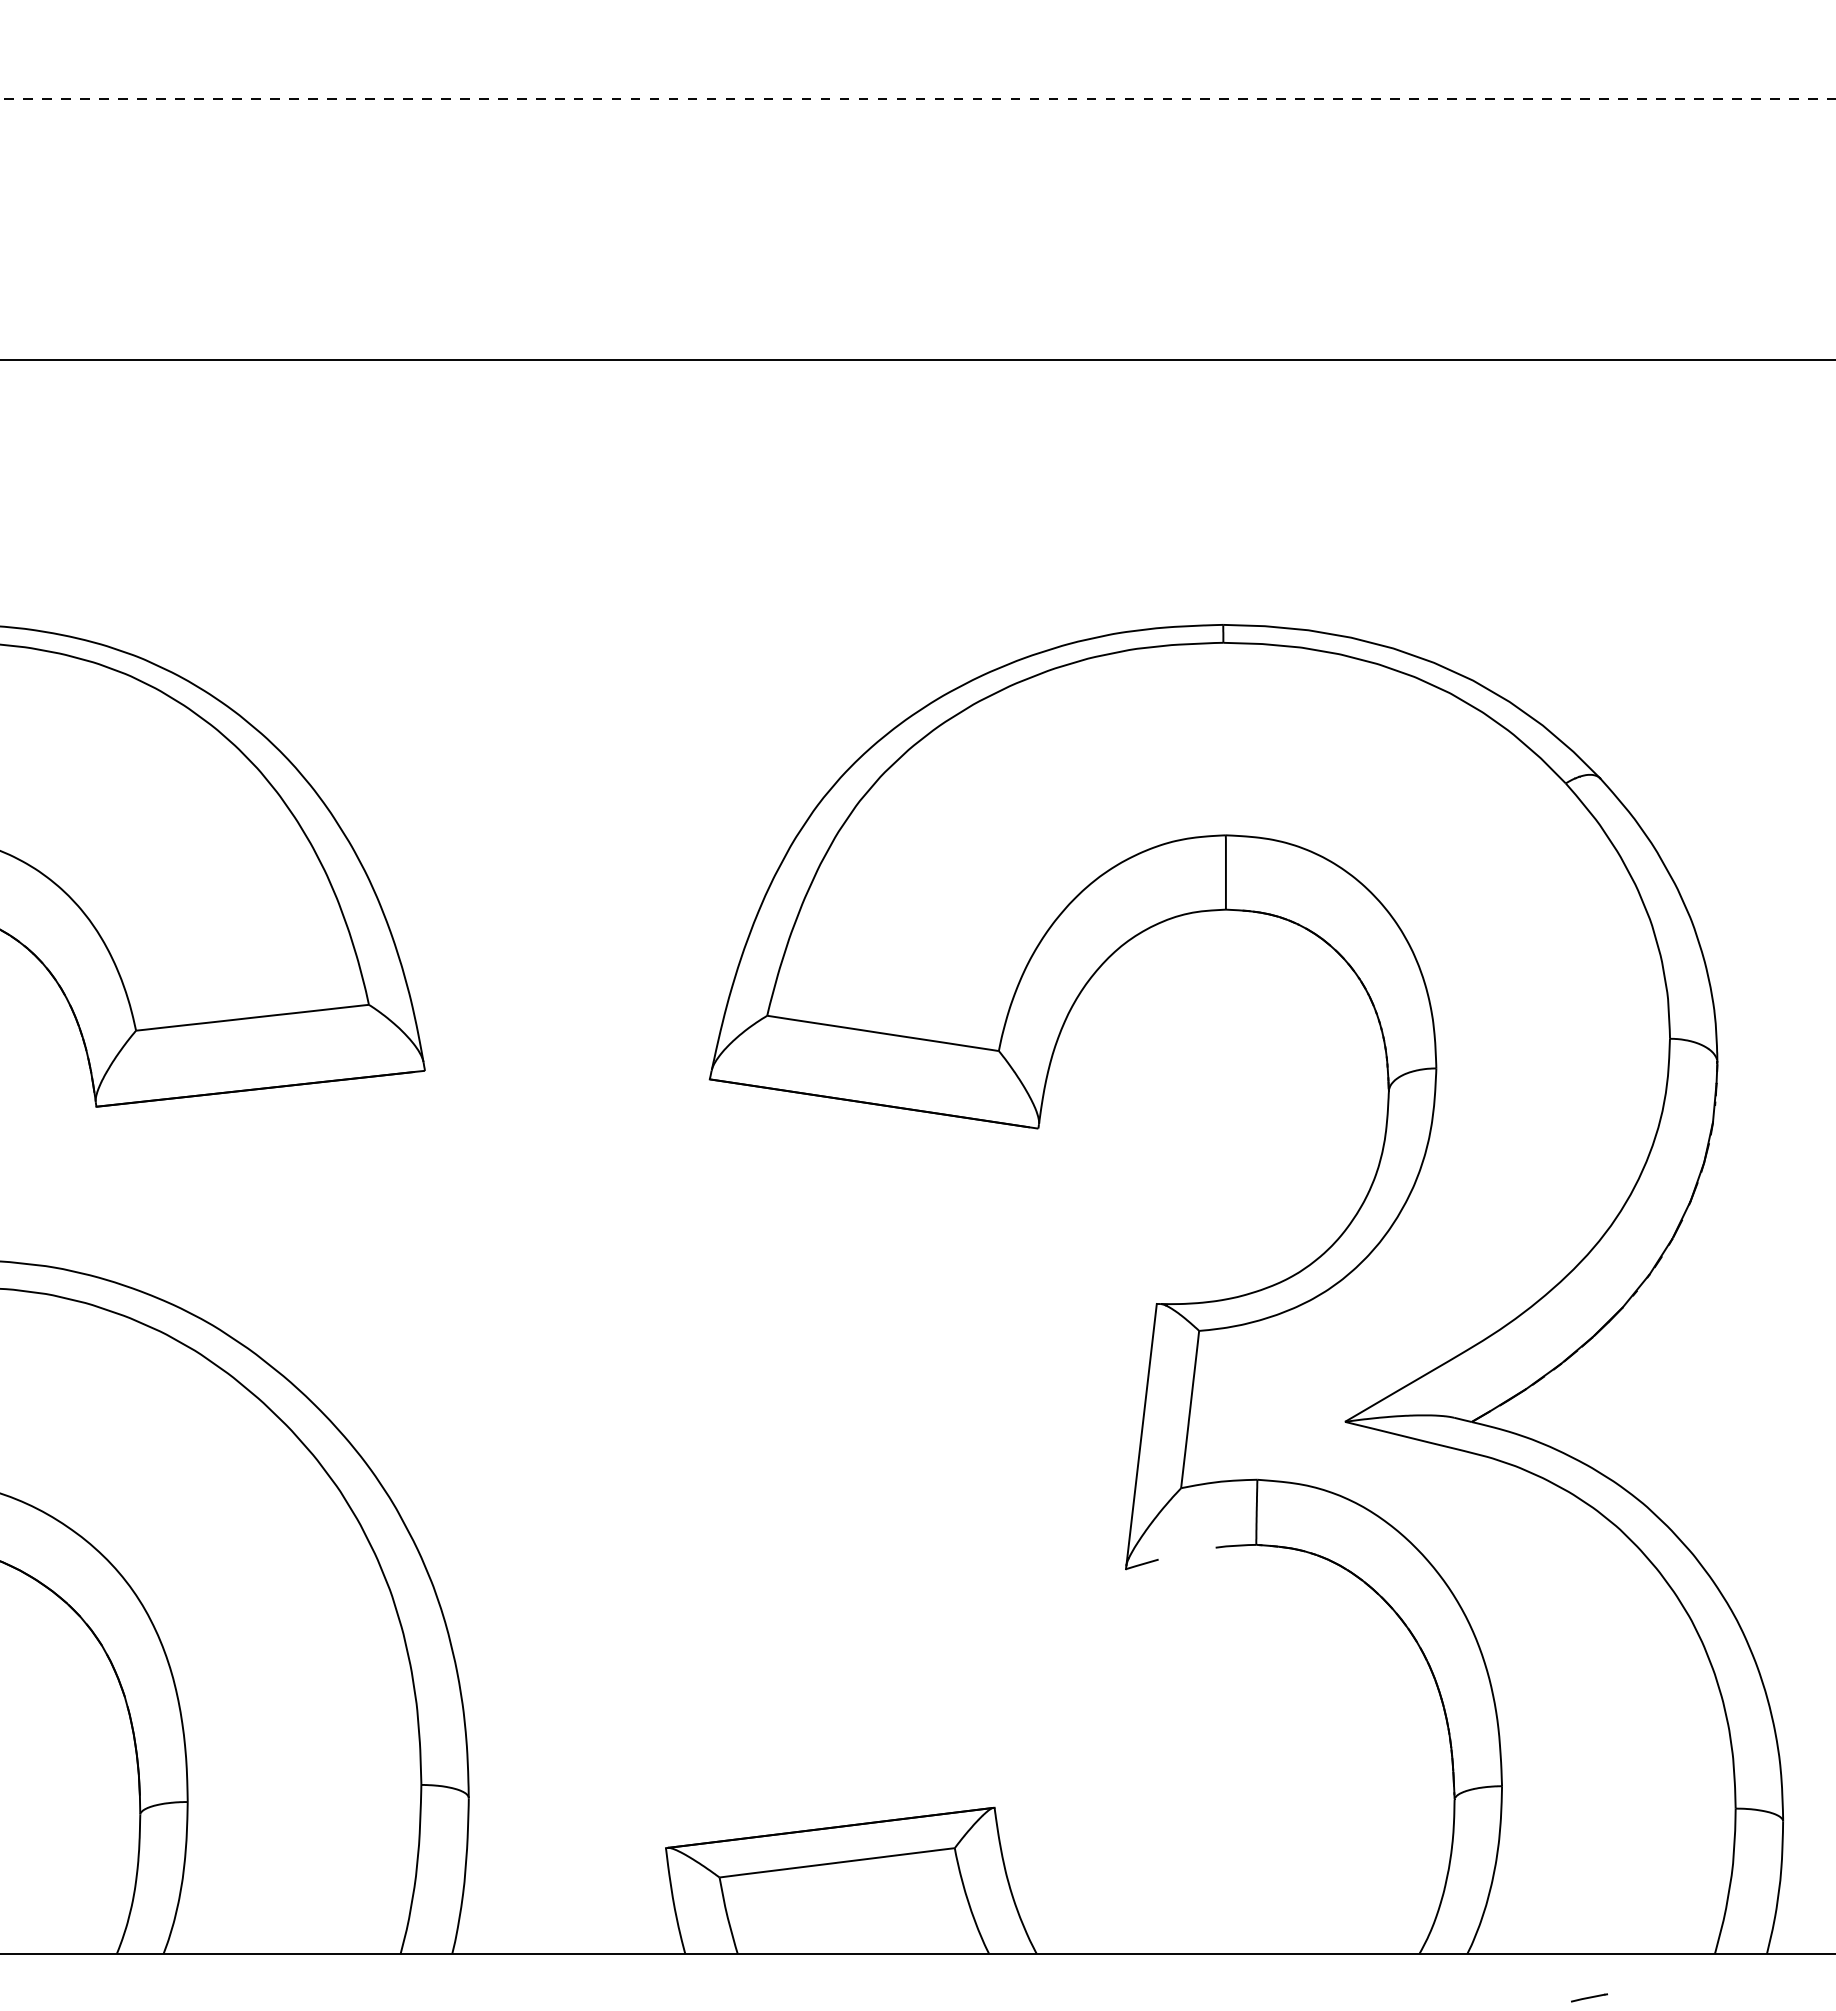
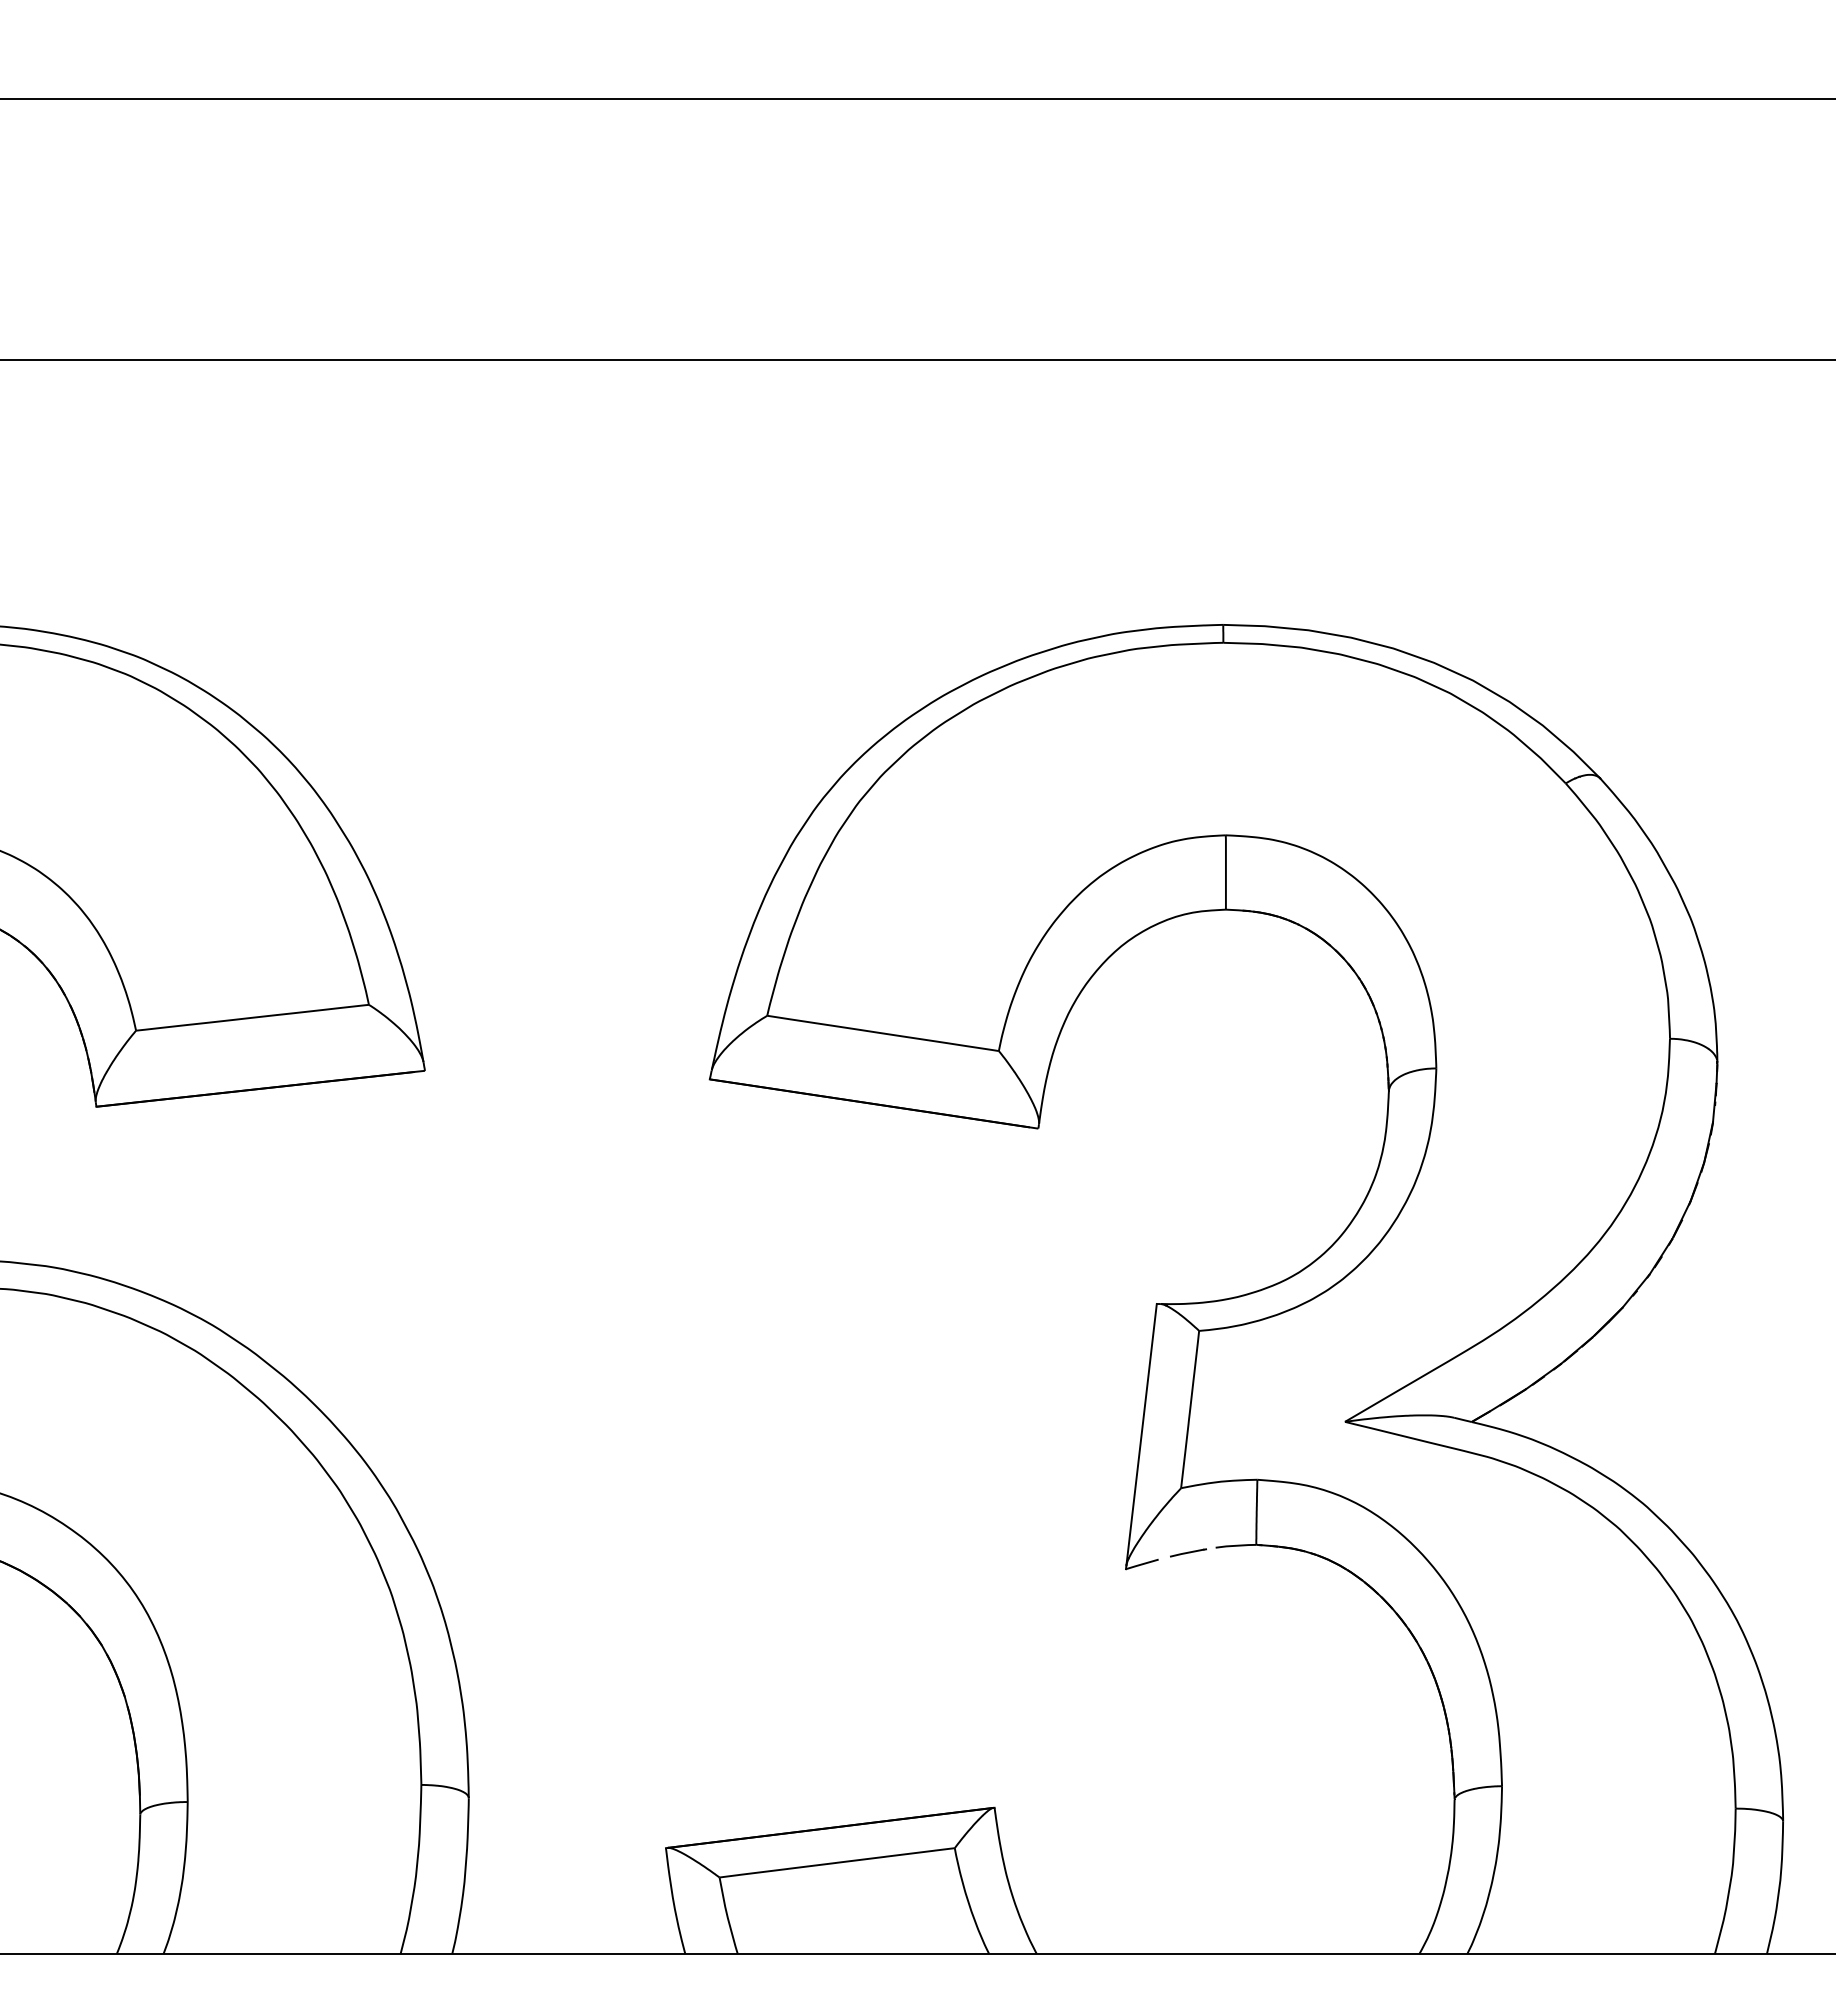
line at (919, 99): dashed -> solid
line at (1589, 1997) position: (1589, 1997) -> (1188, 1552)
